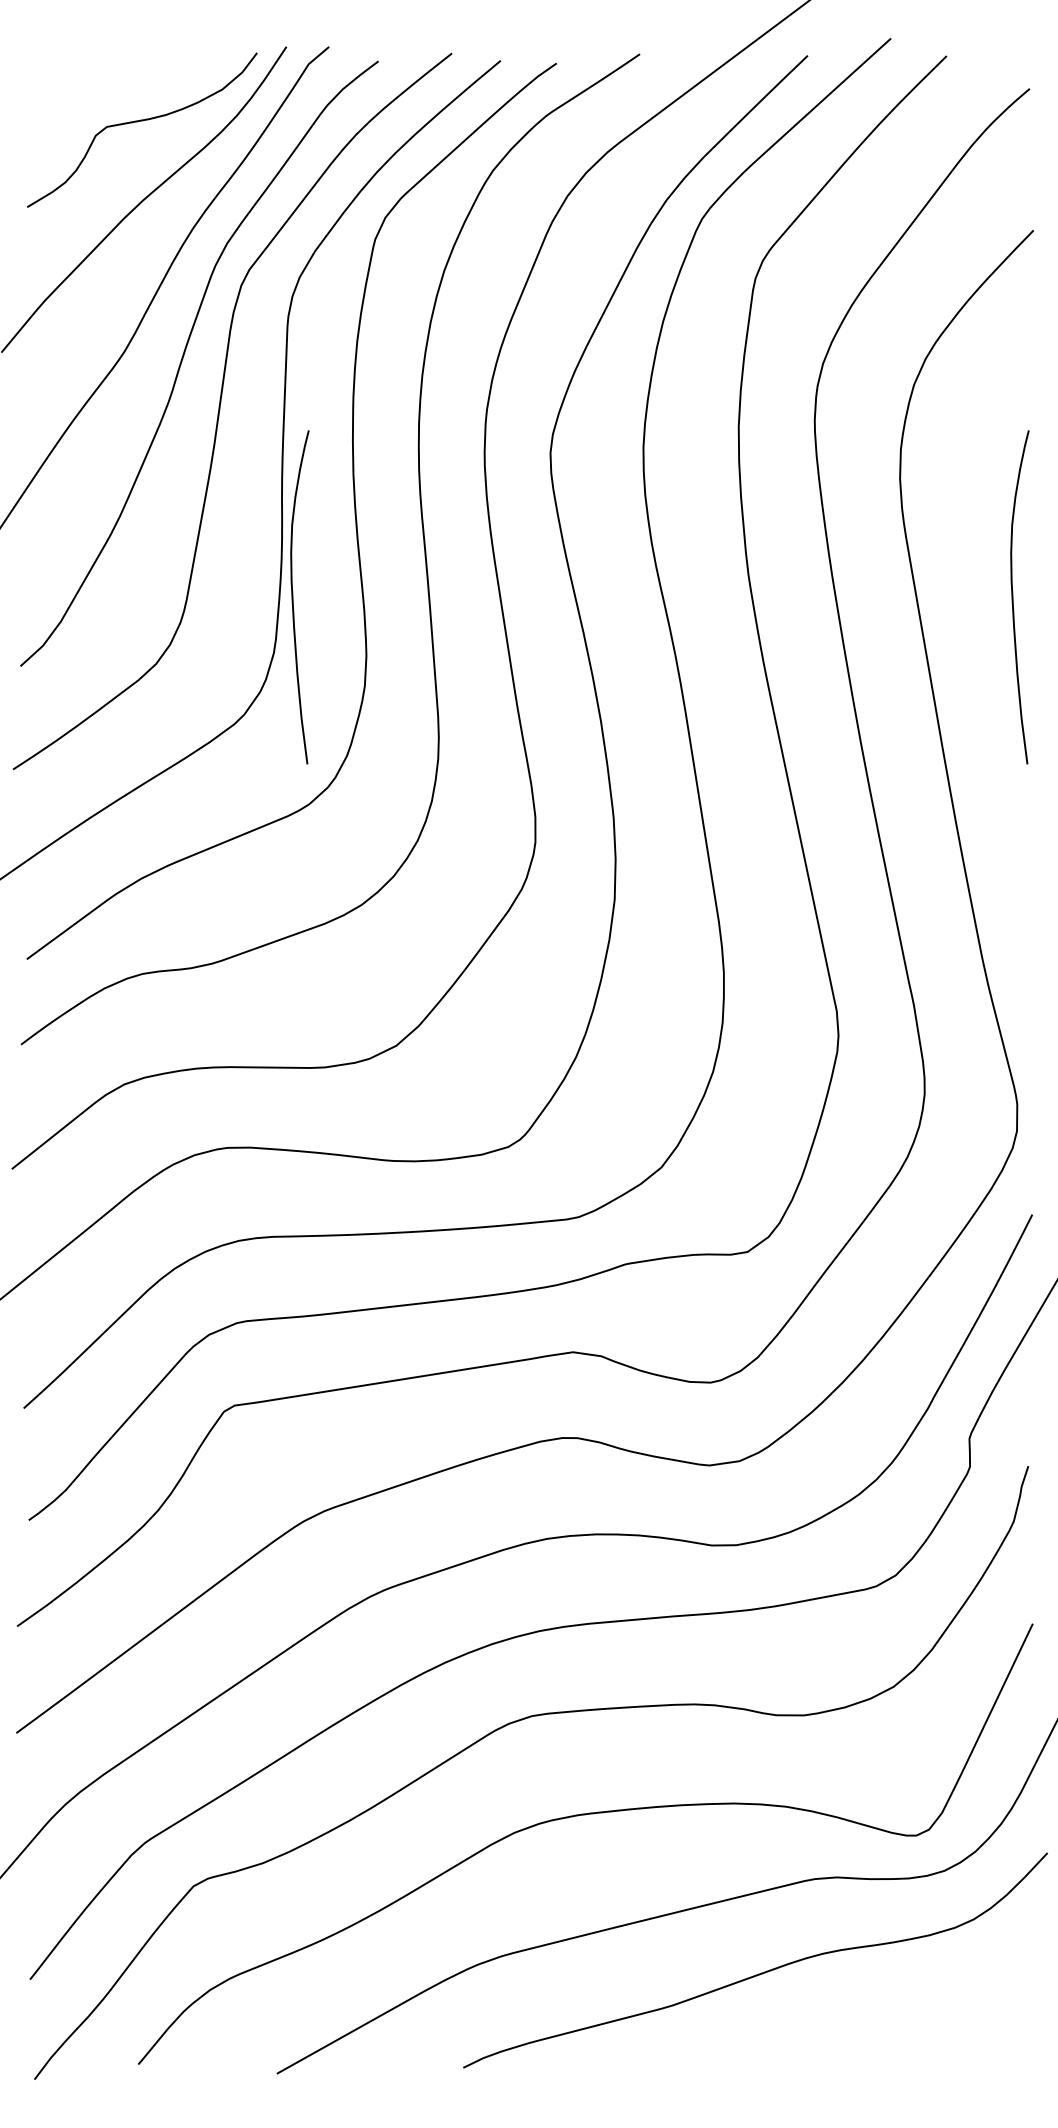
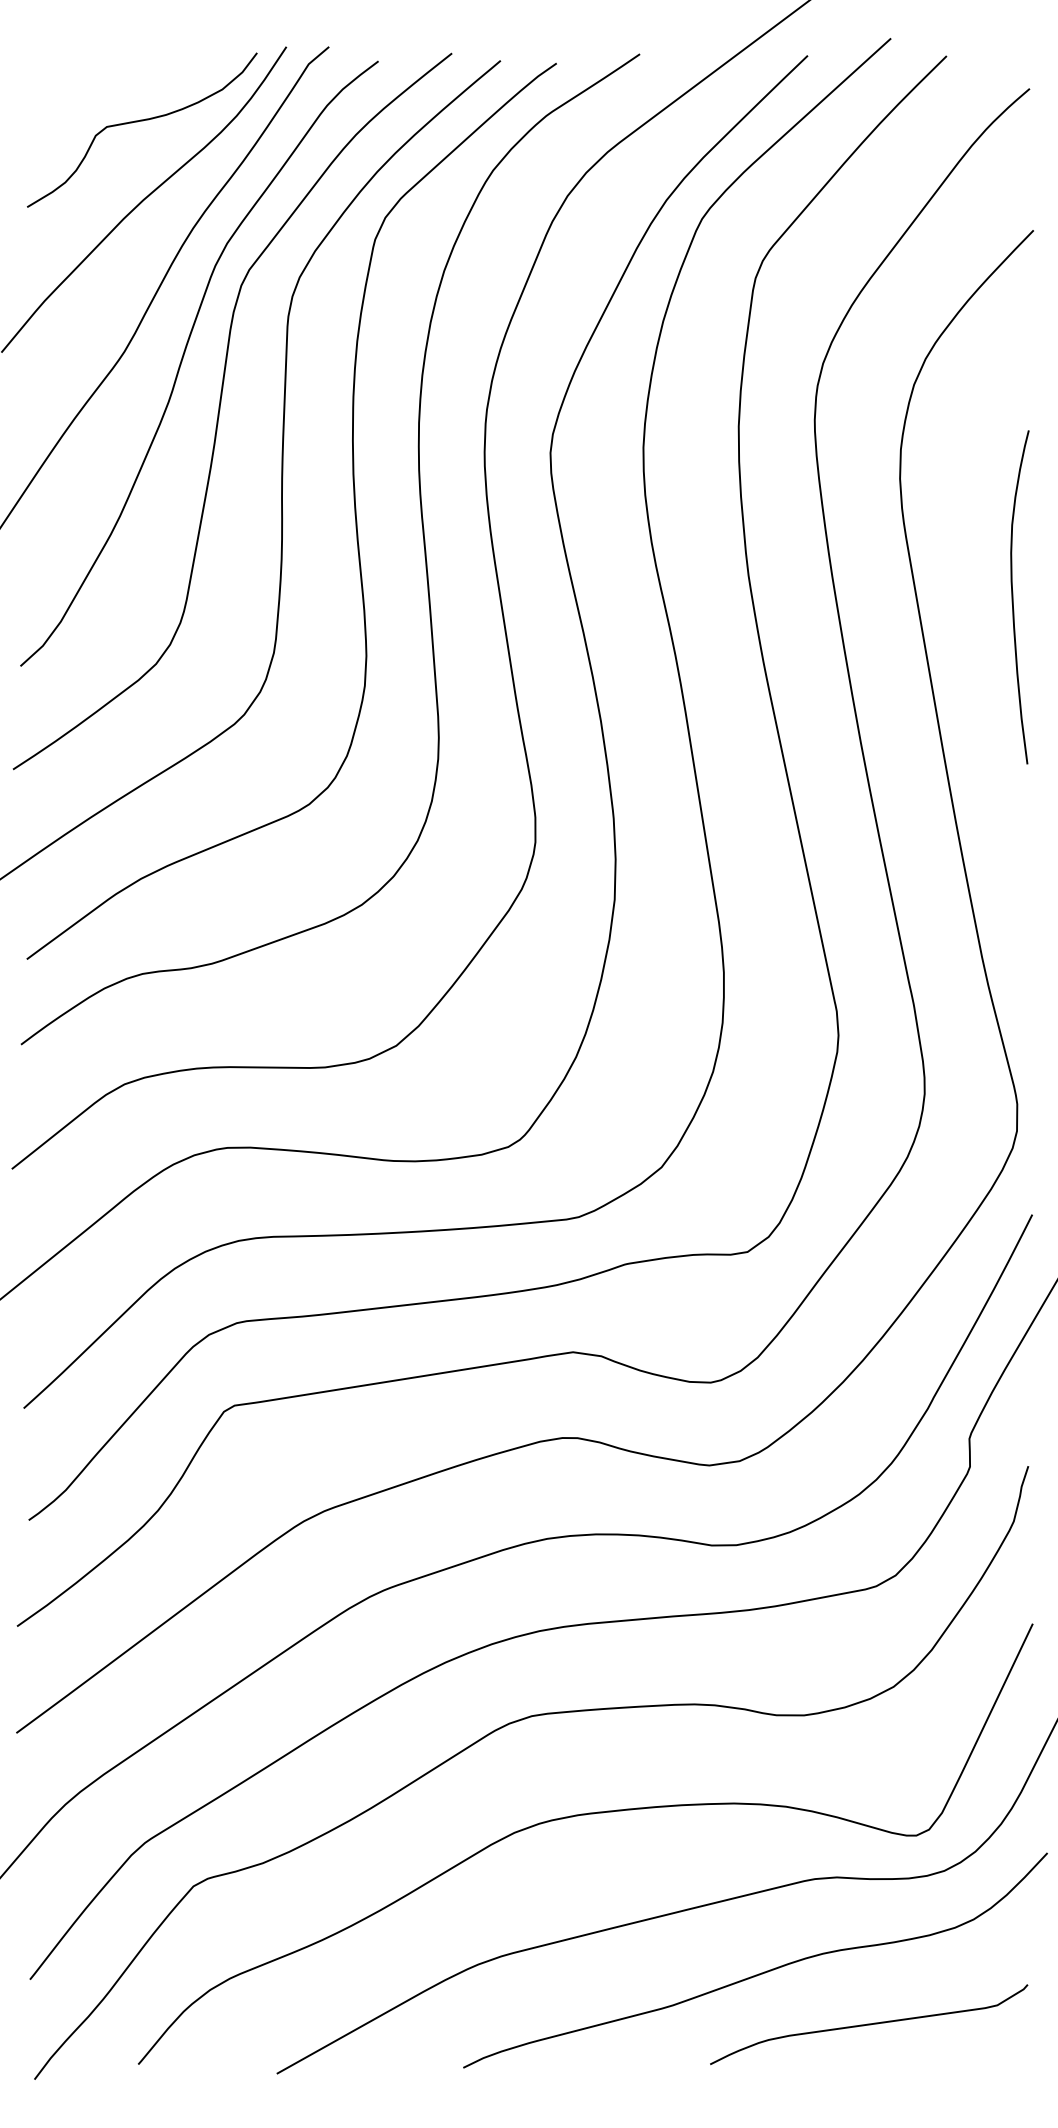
curve at (293, 597): present -> none
curve at (869, 2024): none -> present
